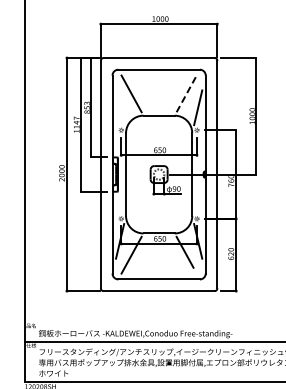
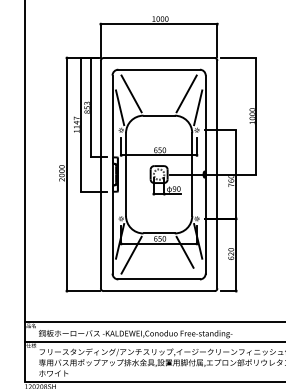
line at (186, 93): dashed -> solid
line at (120, 107): none -> present
line at (153, 322): none -> present
